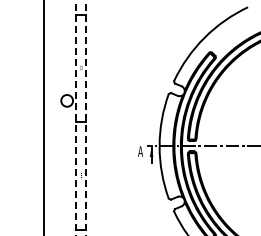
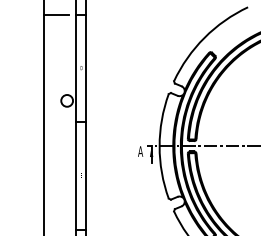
line at (56, 15): none -> present
line at (75, 118): dashed -> solid
line at (86, 118): dashed -> solid
